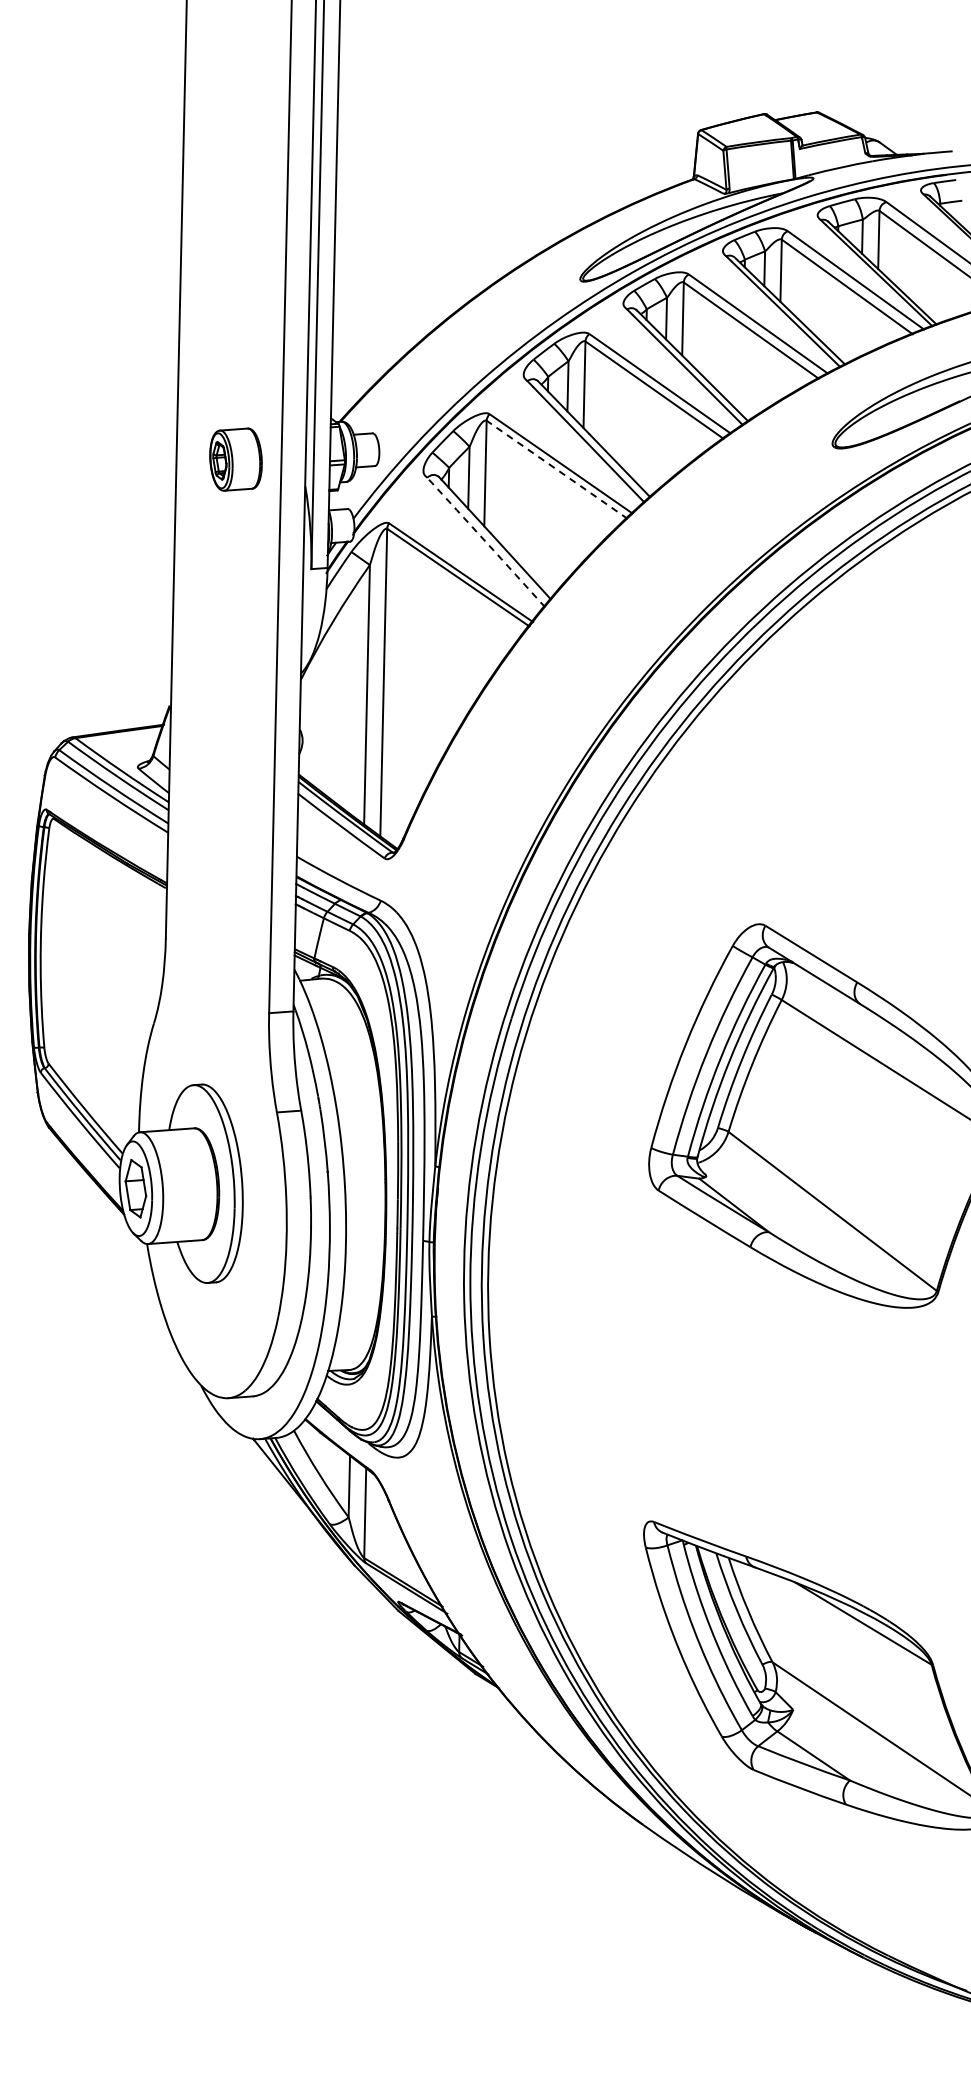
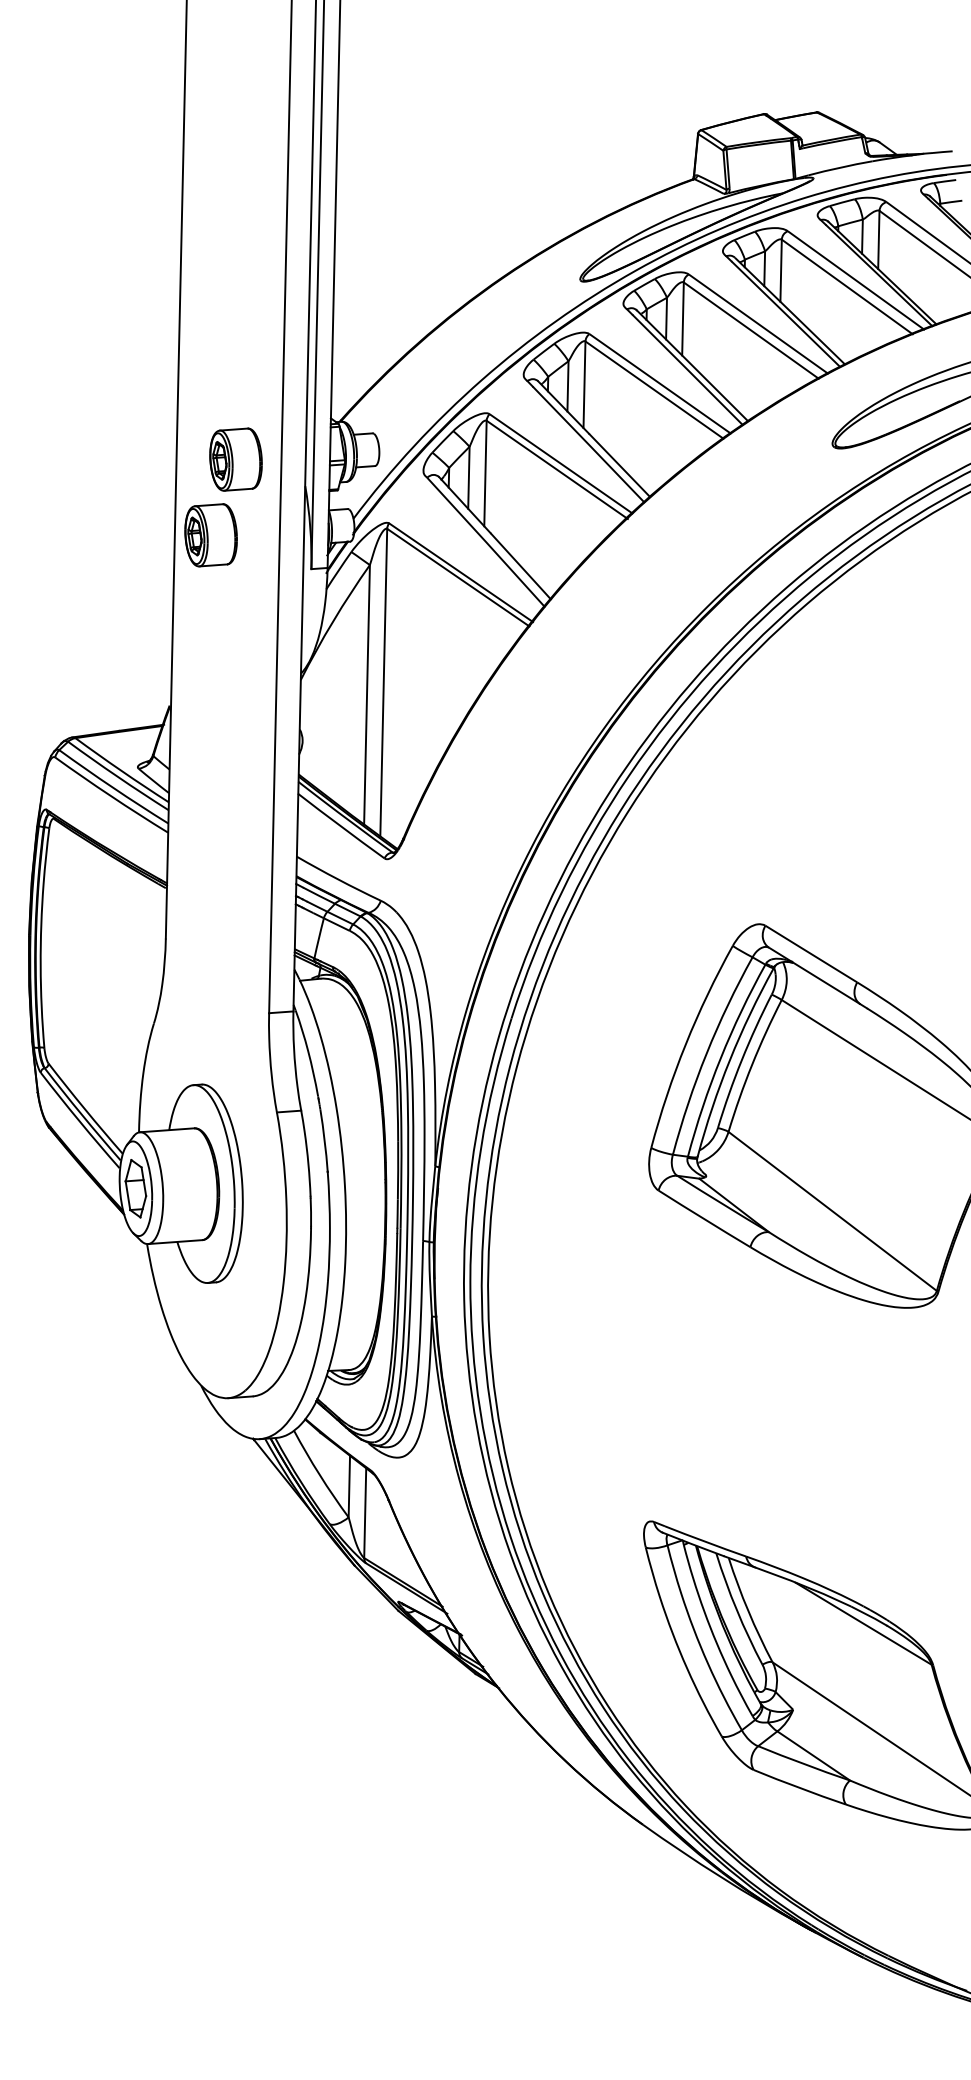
line at (556, 469): dashed -> solid
part at (210, 535): none -> present
arc at (486, 542): dashed -> solid
